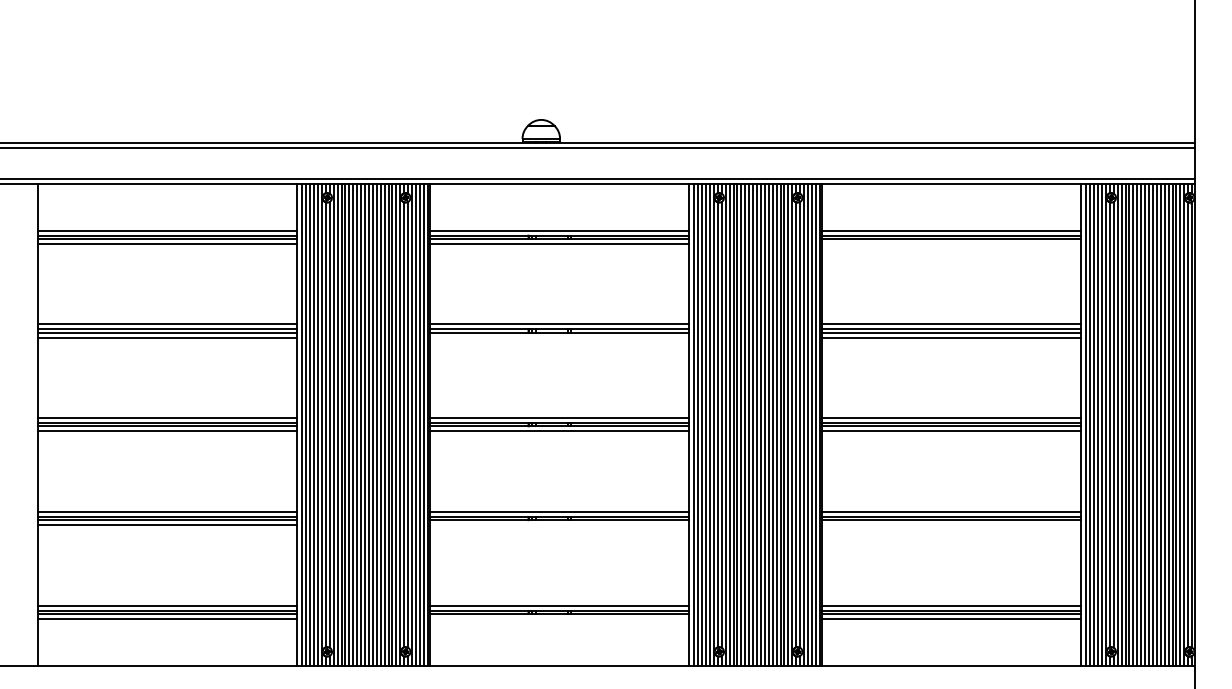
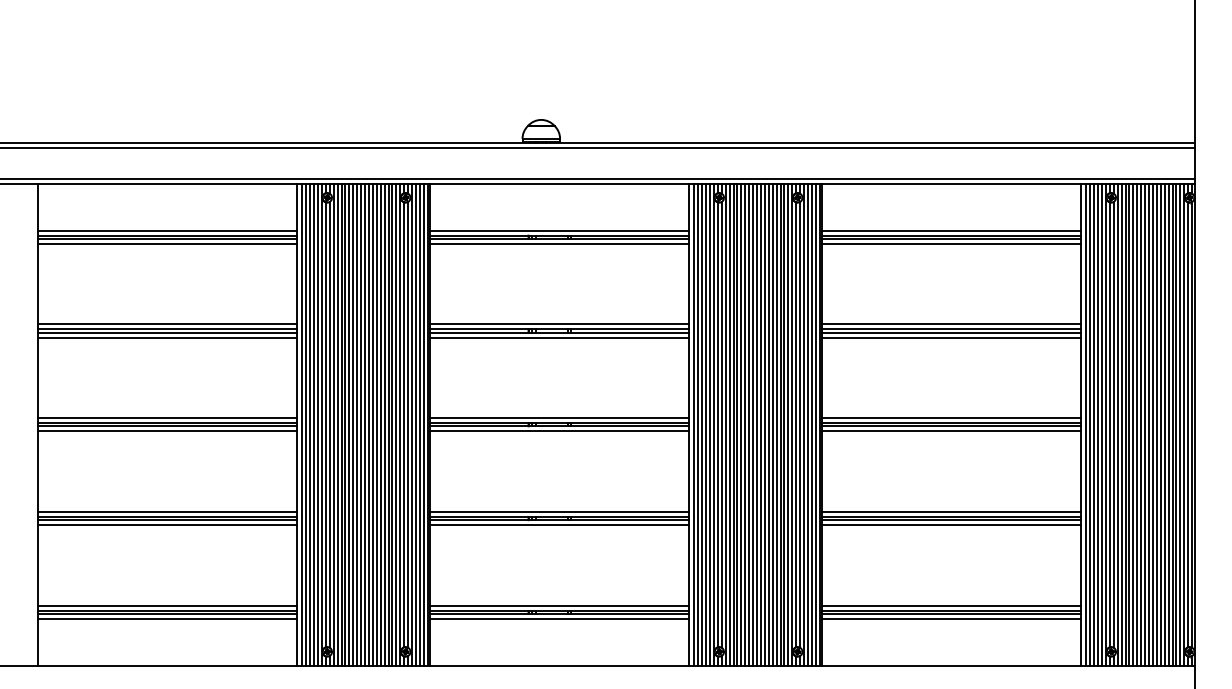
line at (951, 243): none -> present
line at (559, 337): none -> present
line at (559, 525): none -> present
line at (951, 525): none -> present
line at (559, 619): none -> present
